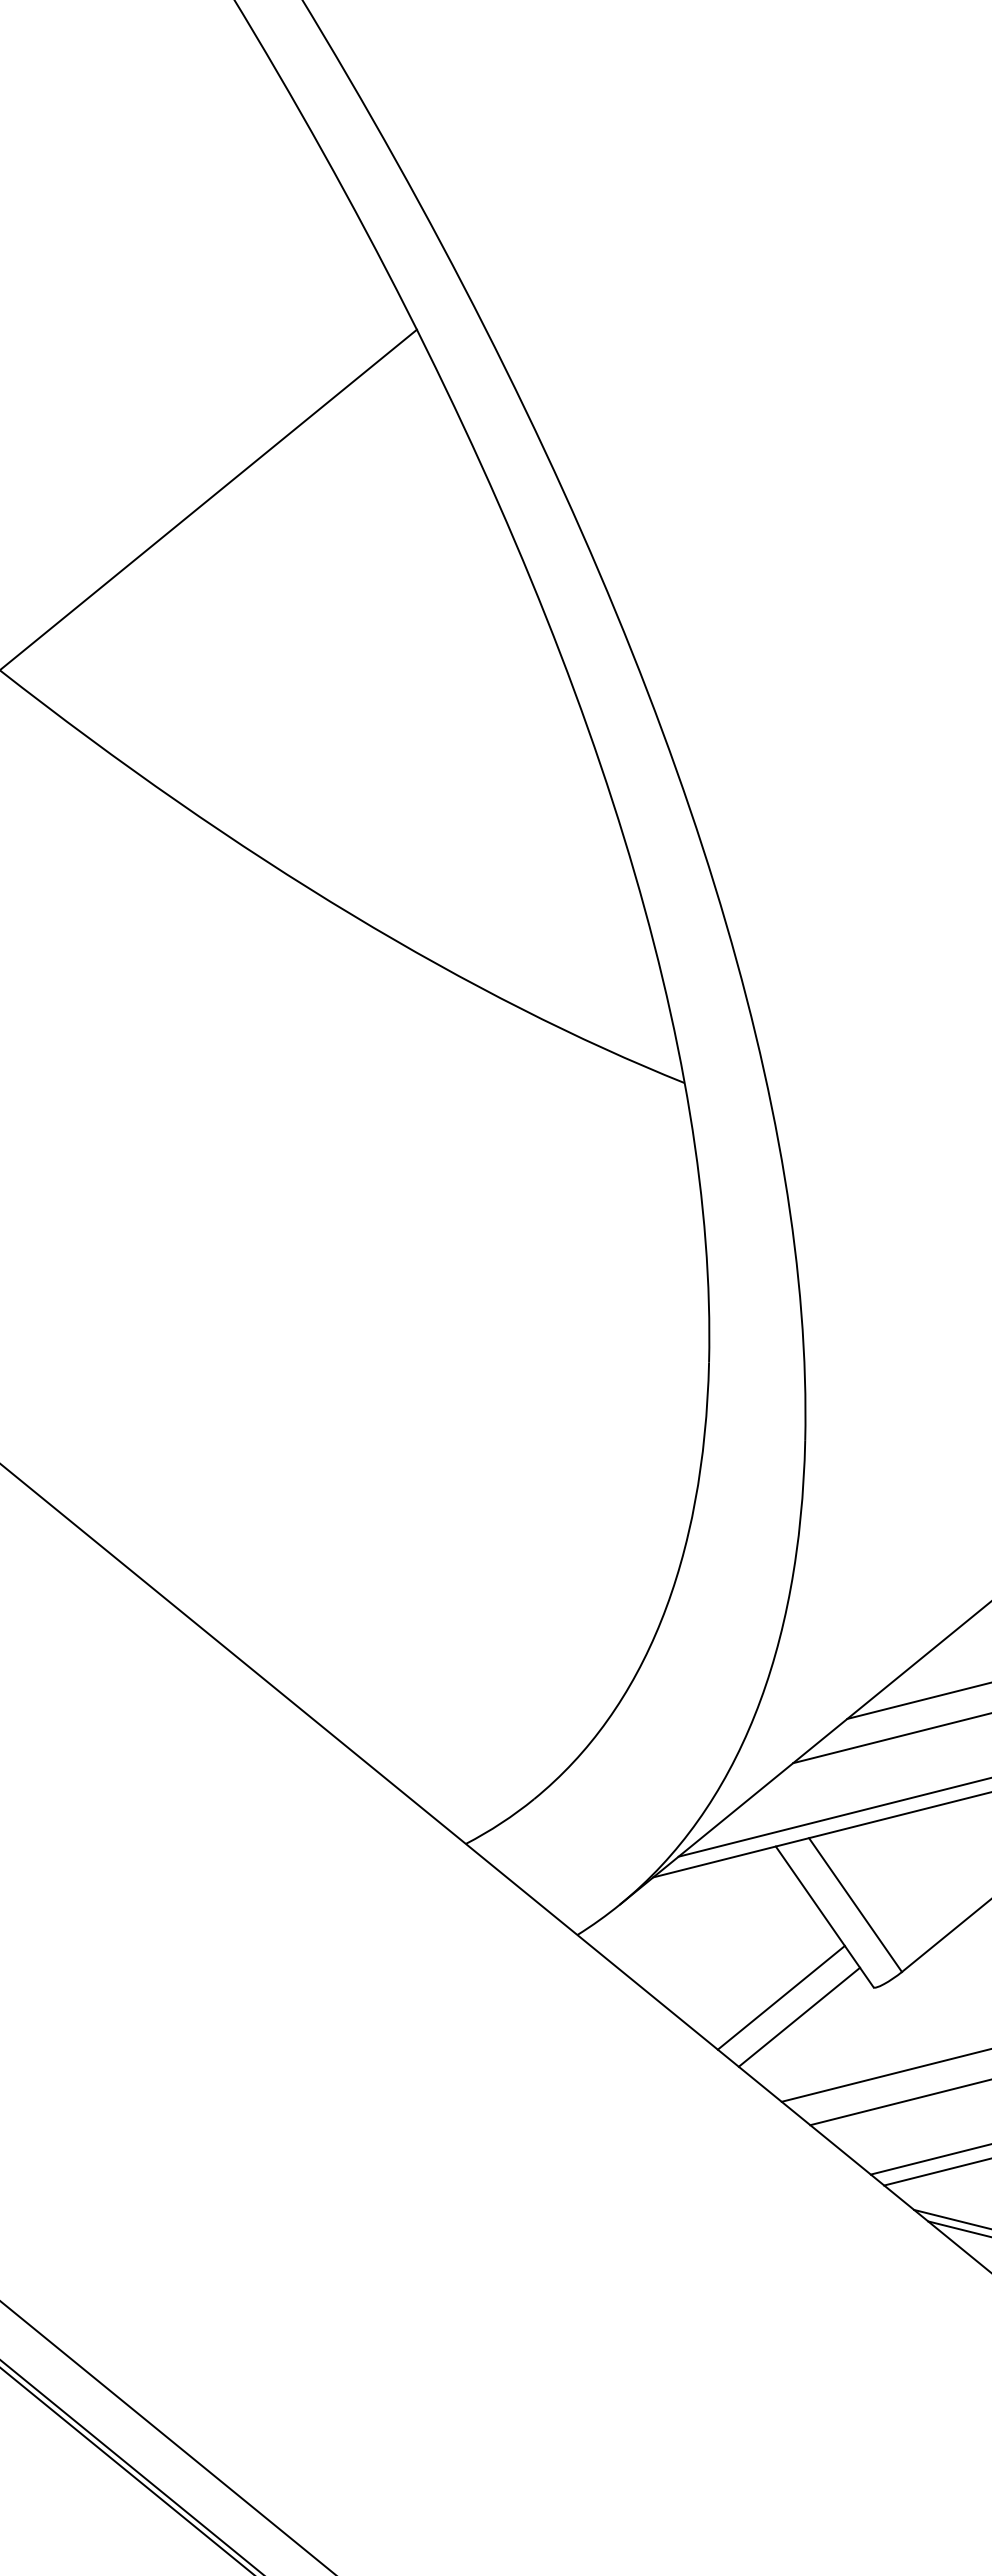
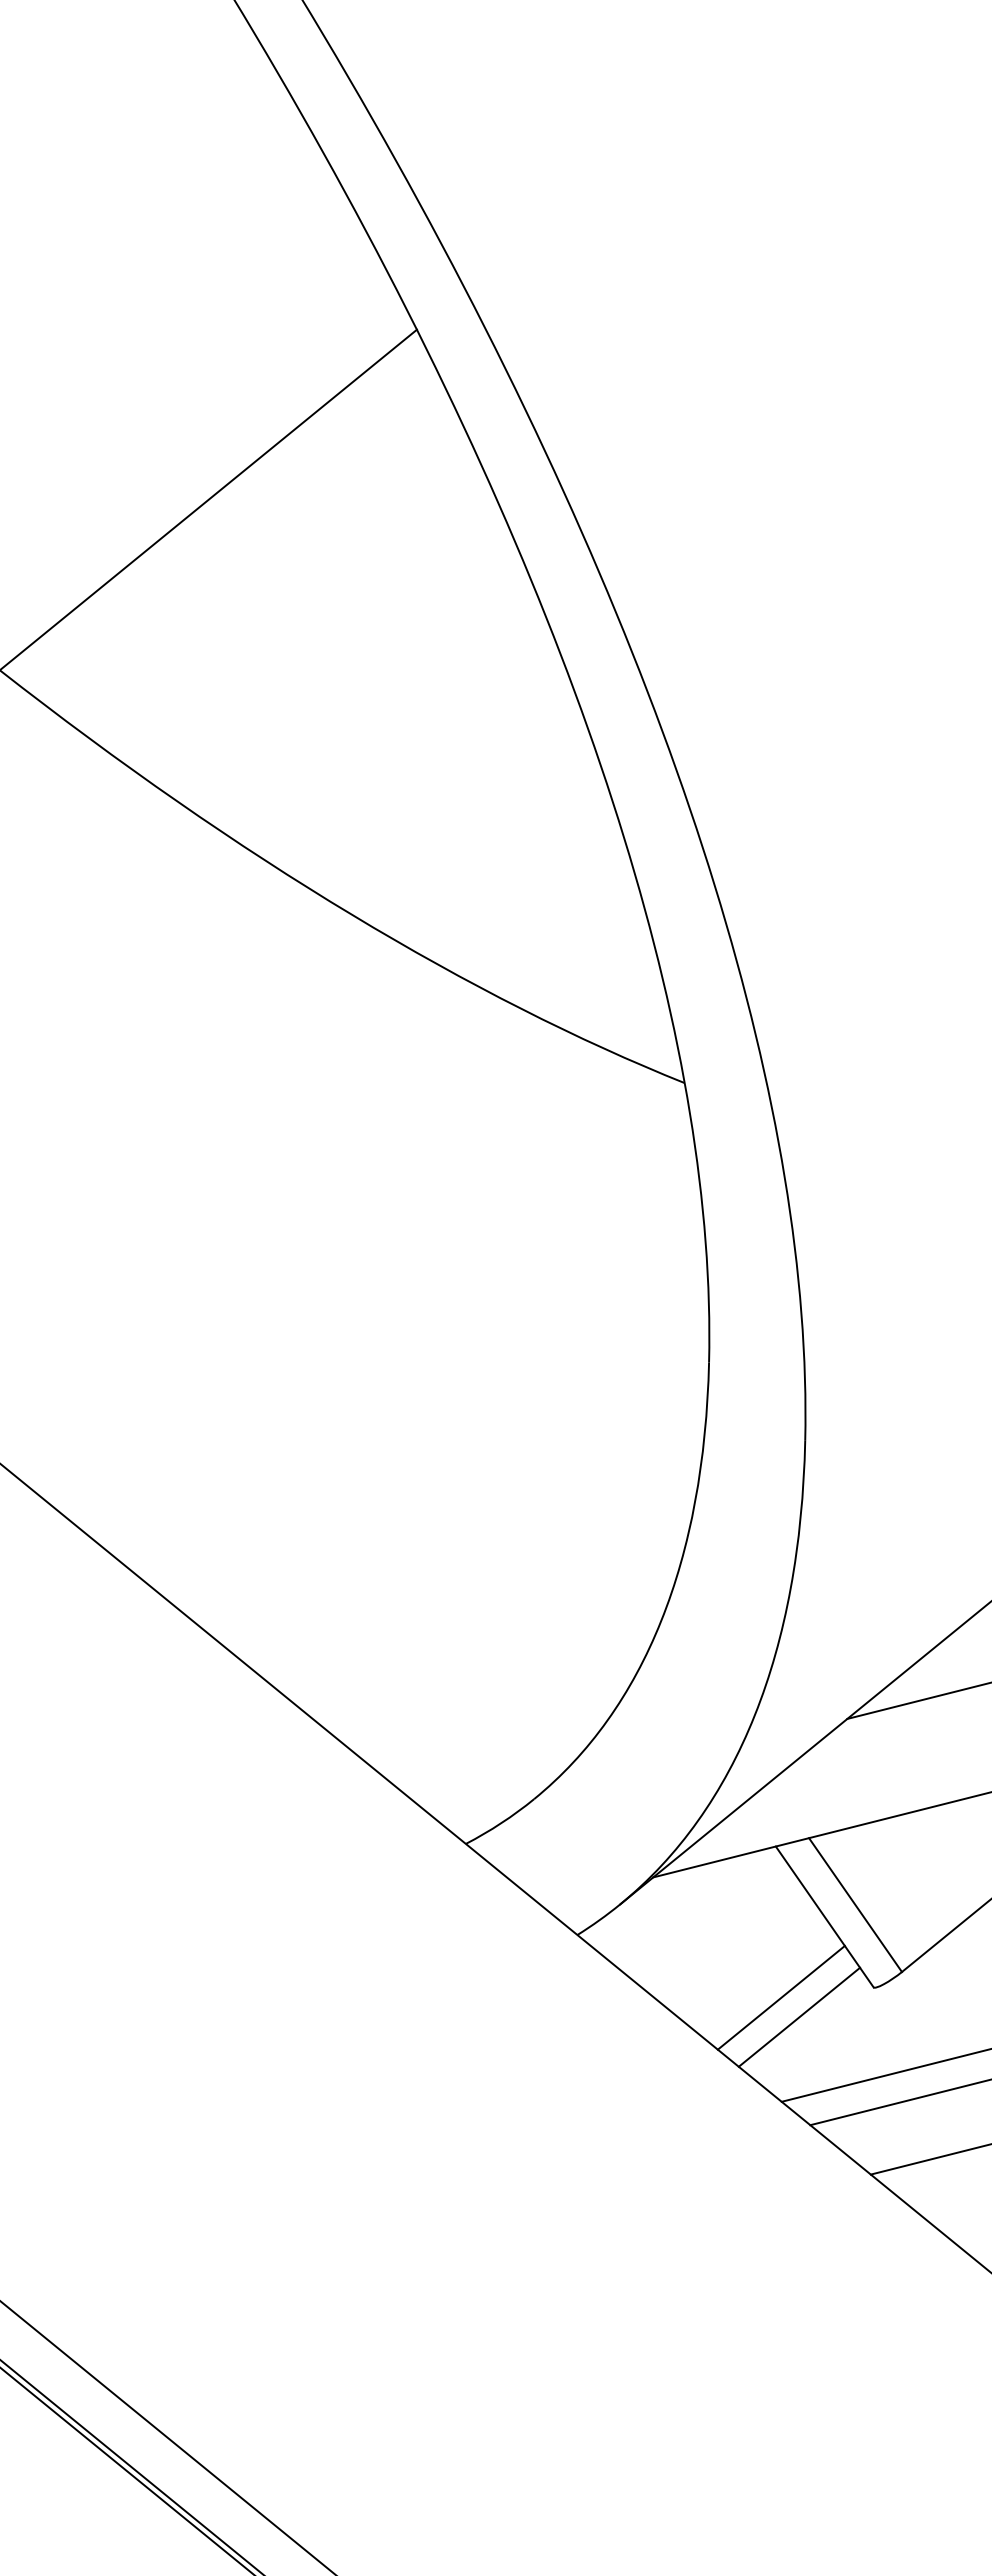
line at (890, 1738): present -> none
line at (833, 1817): present -> none
line at (936, 2172): present -> none
line at (951, 2218): present -> none
line at (958, 2228): present -> none
